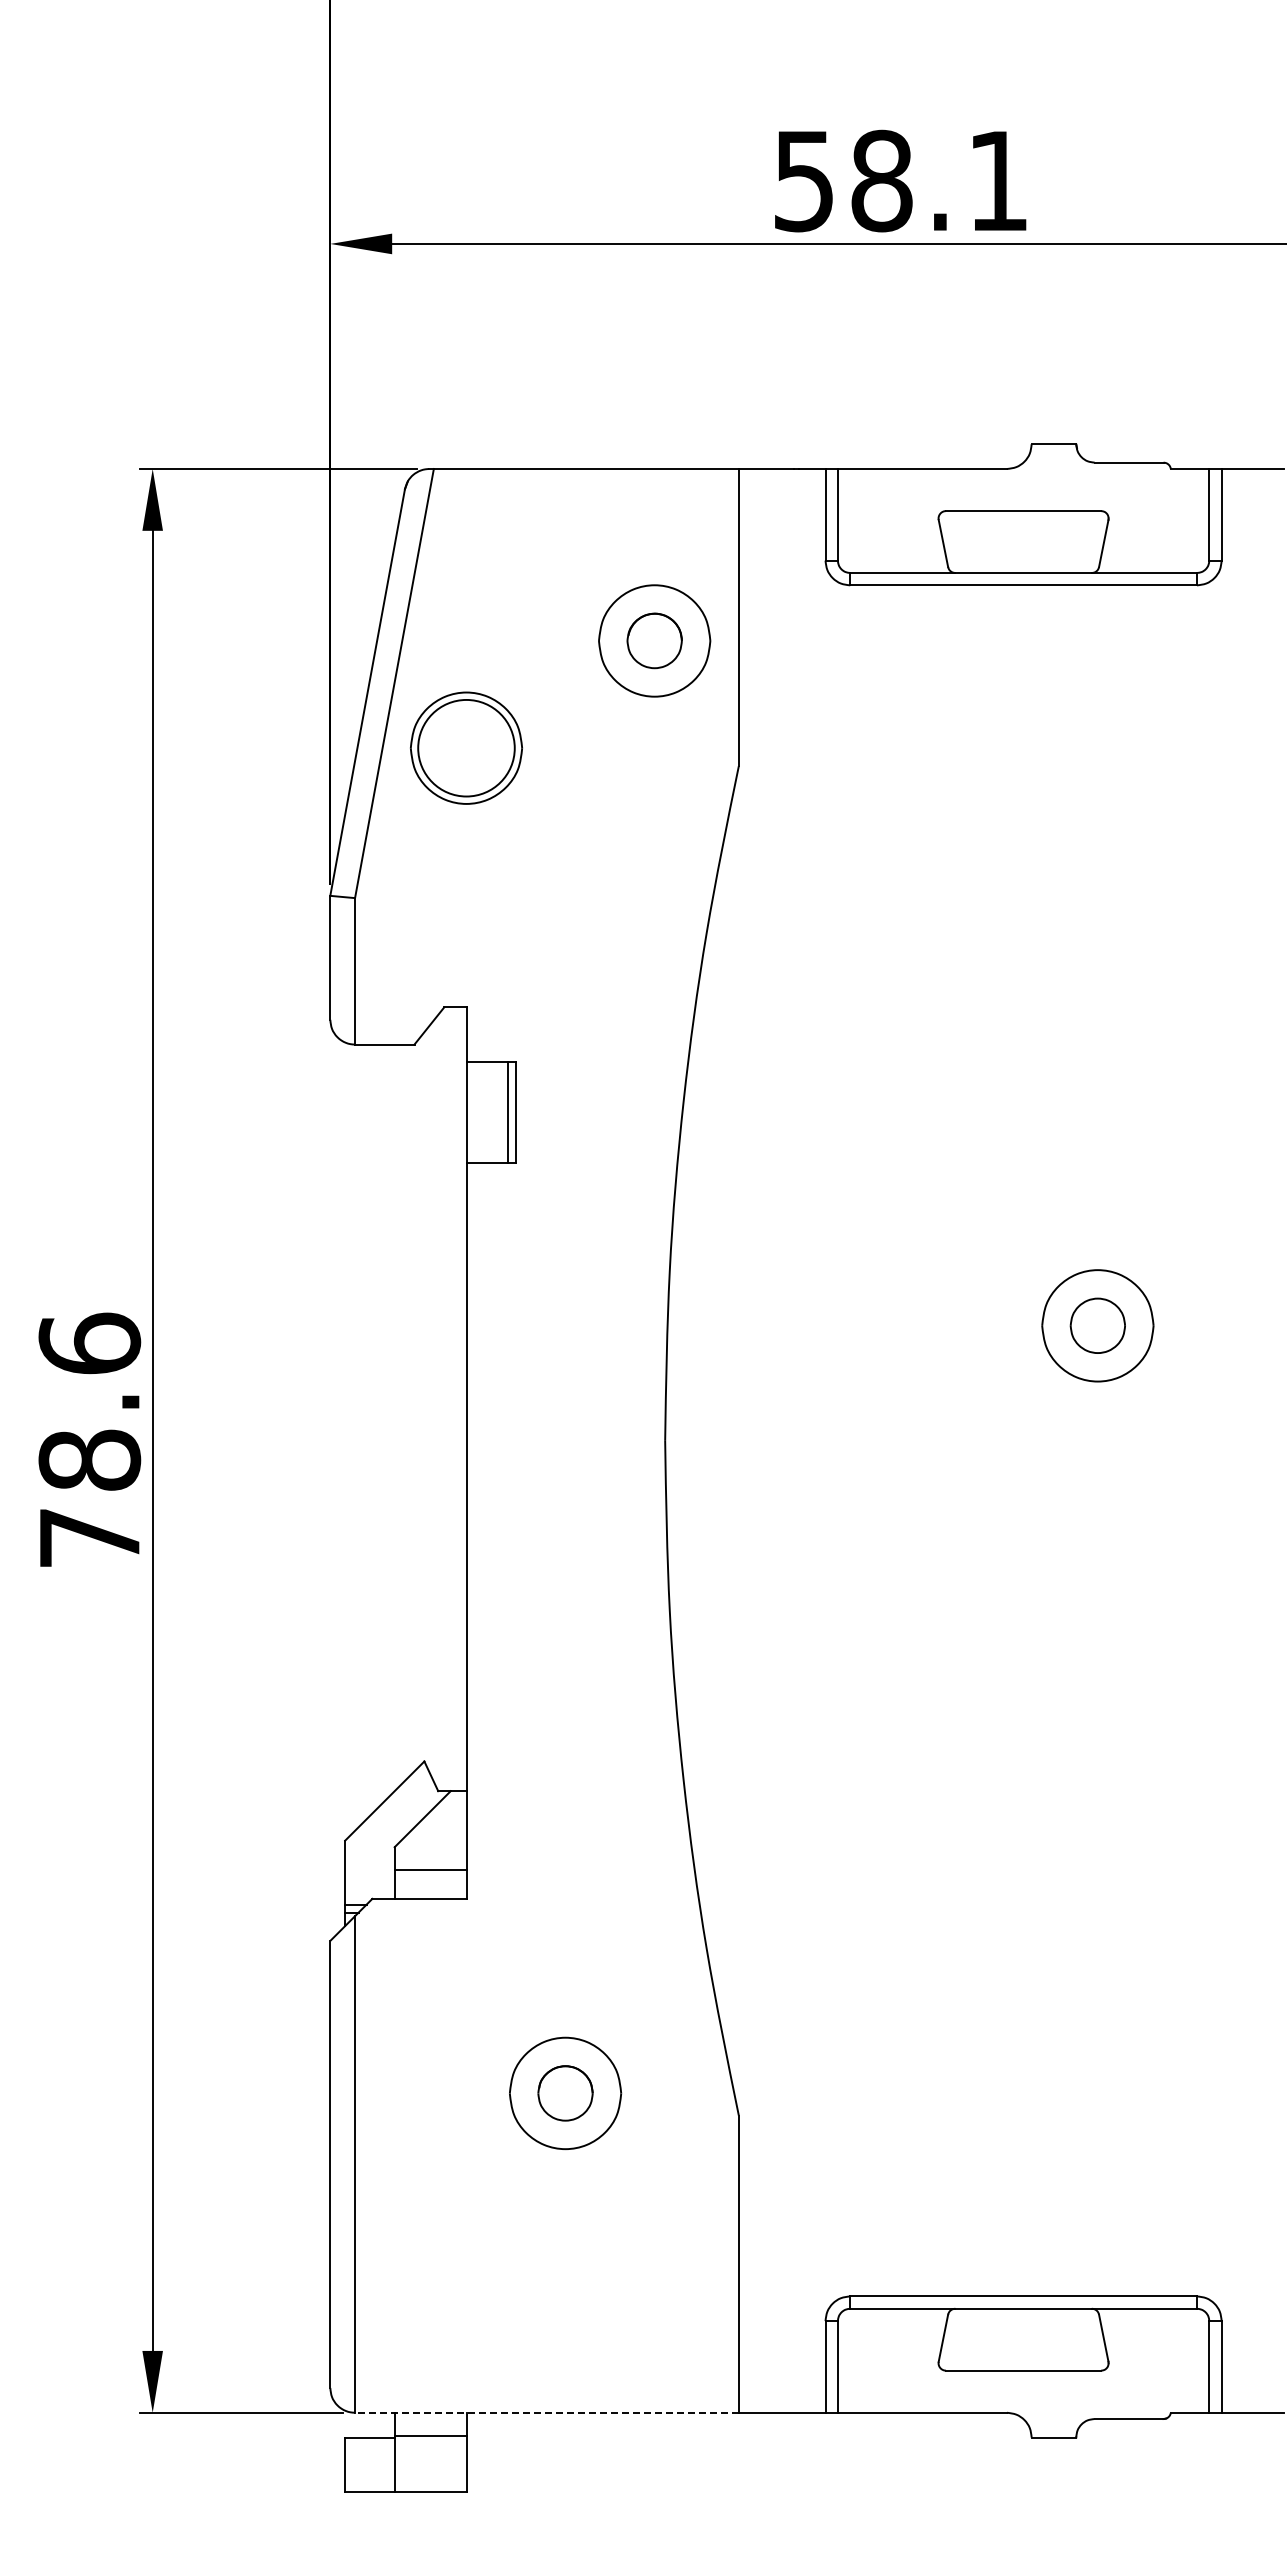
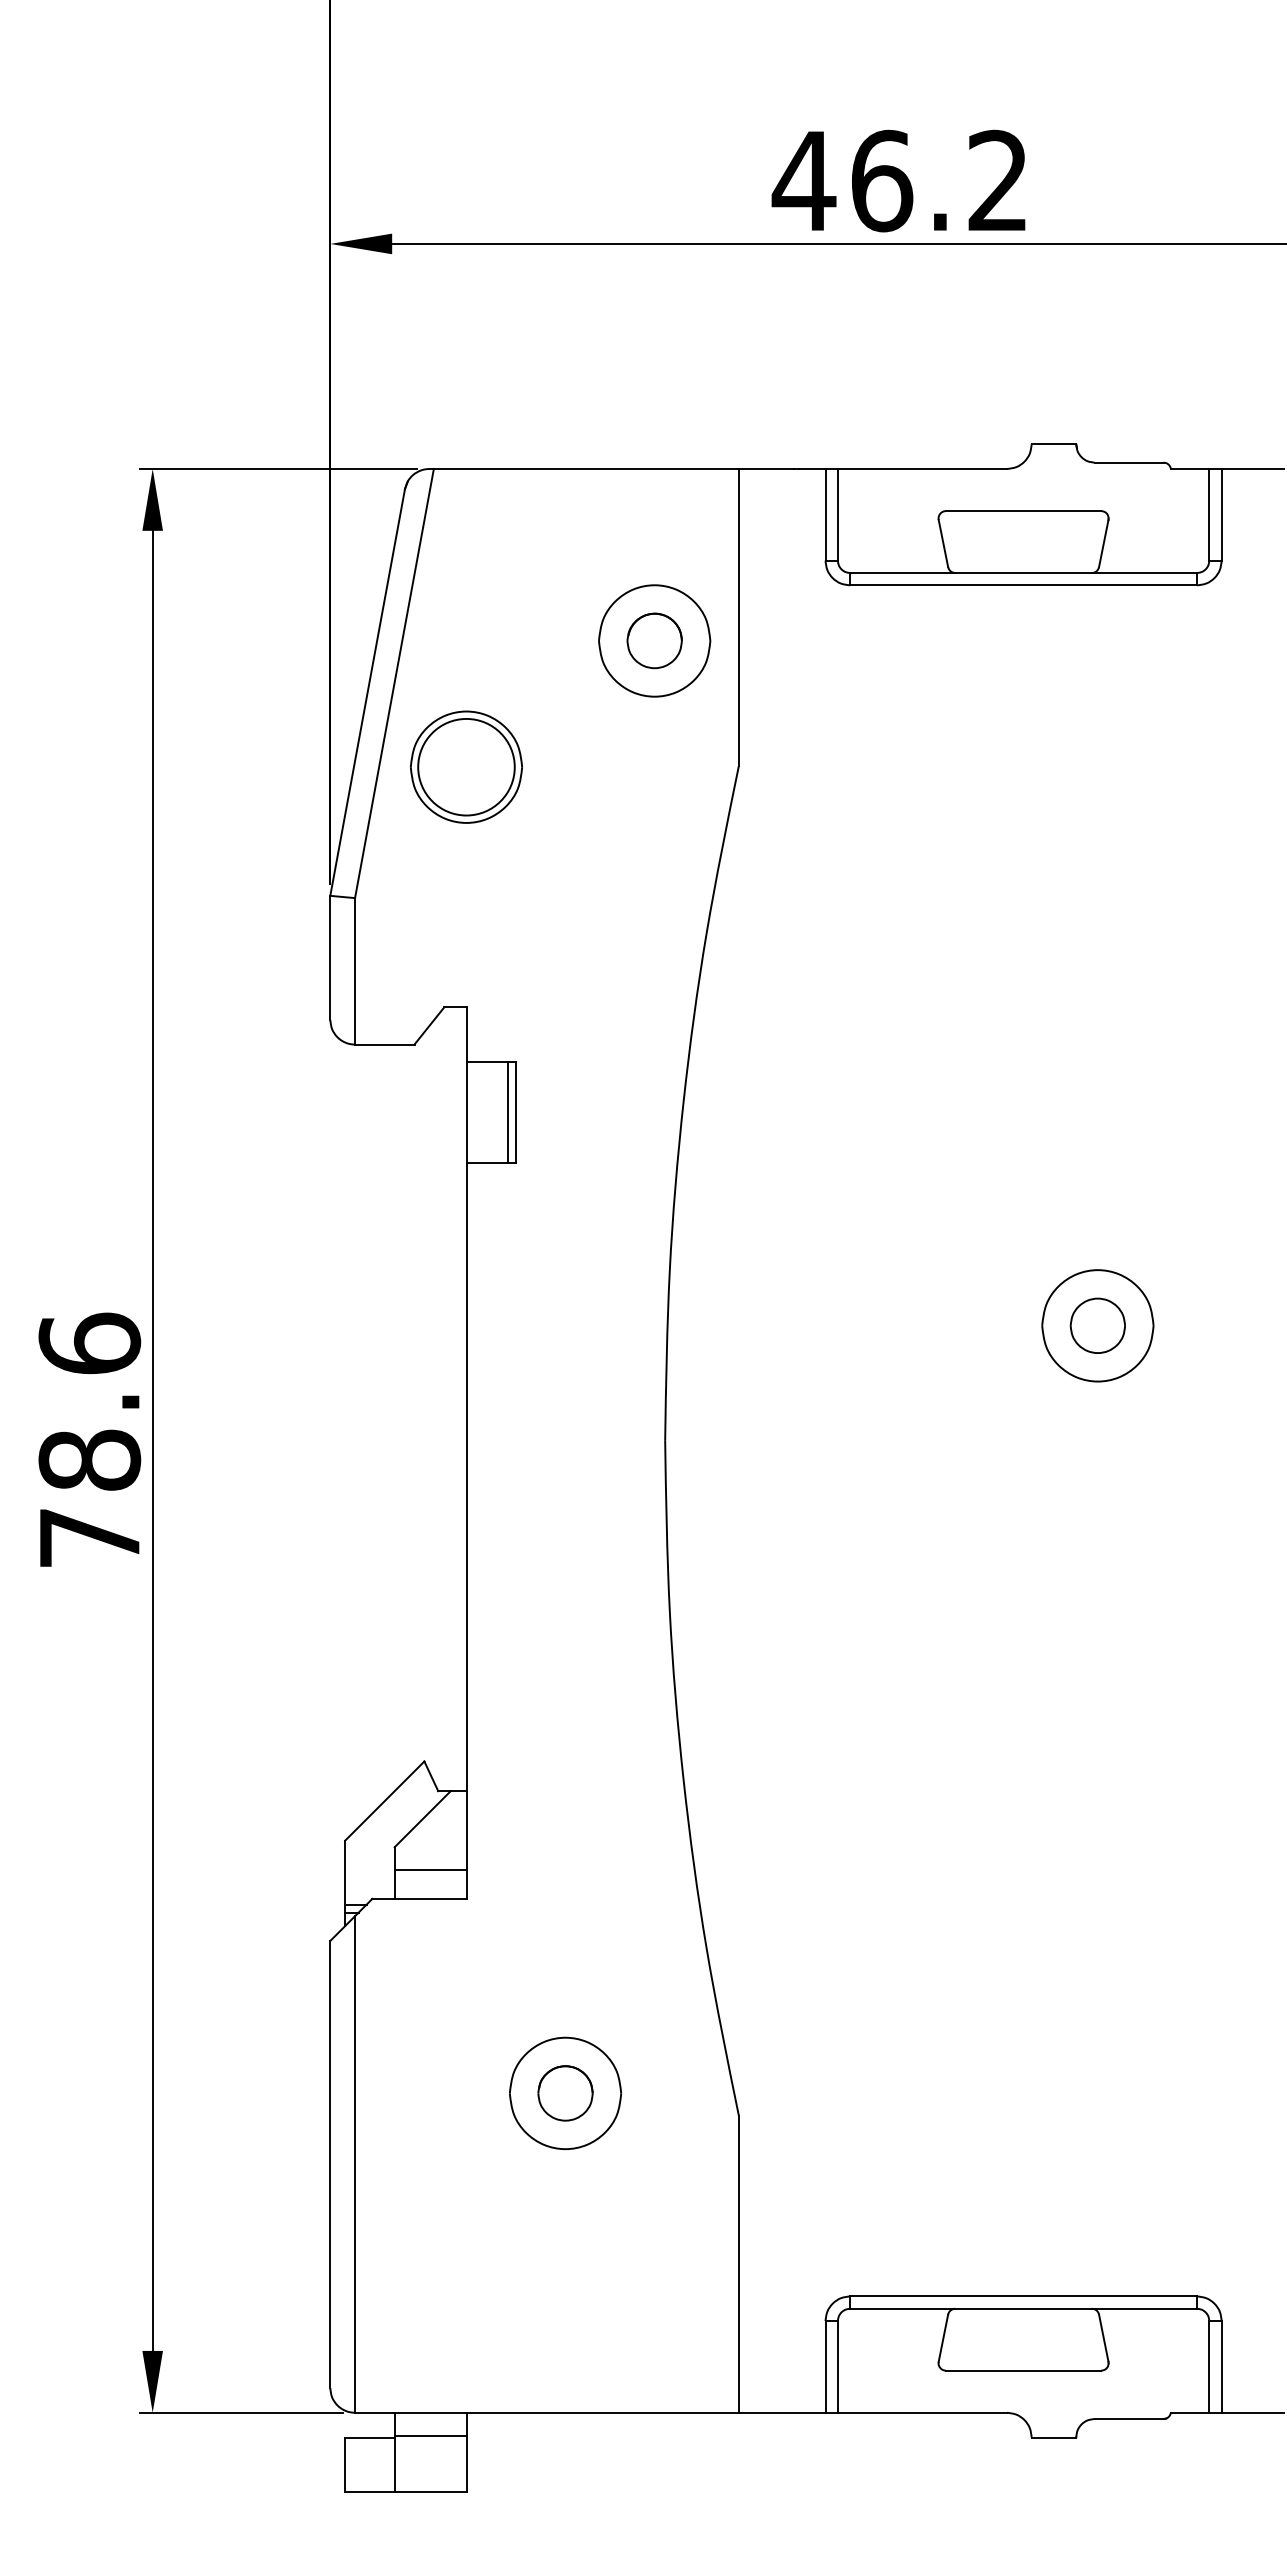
text at (898, 180): 58.1 -> 46.2
part at (466, 747) position: (466, 747) -> (466, 766)
line at (546, 2412): dashed -> solid
